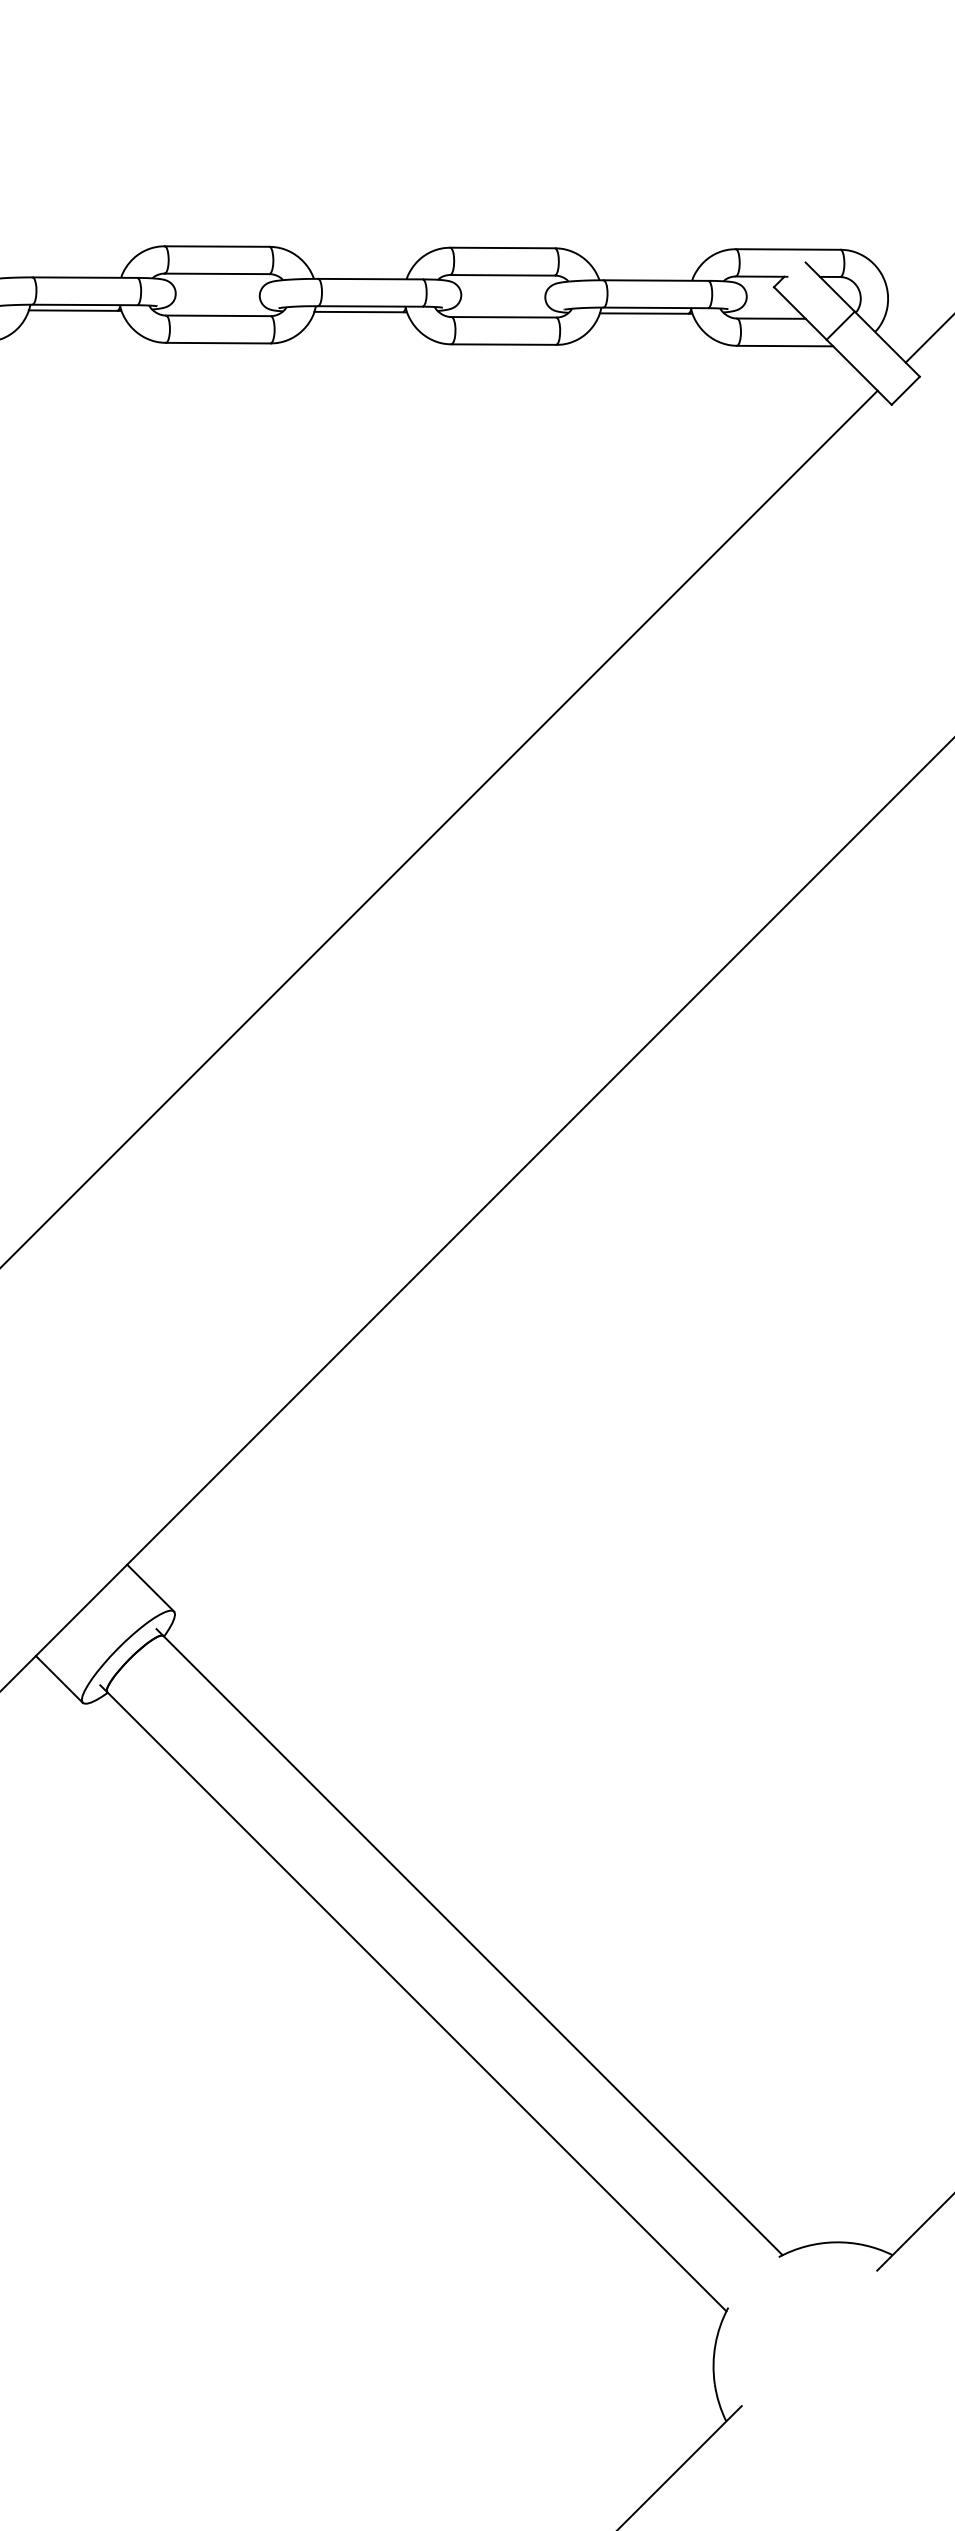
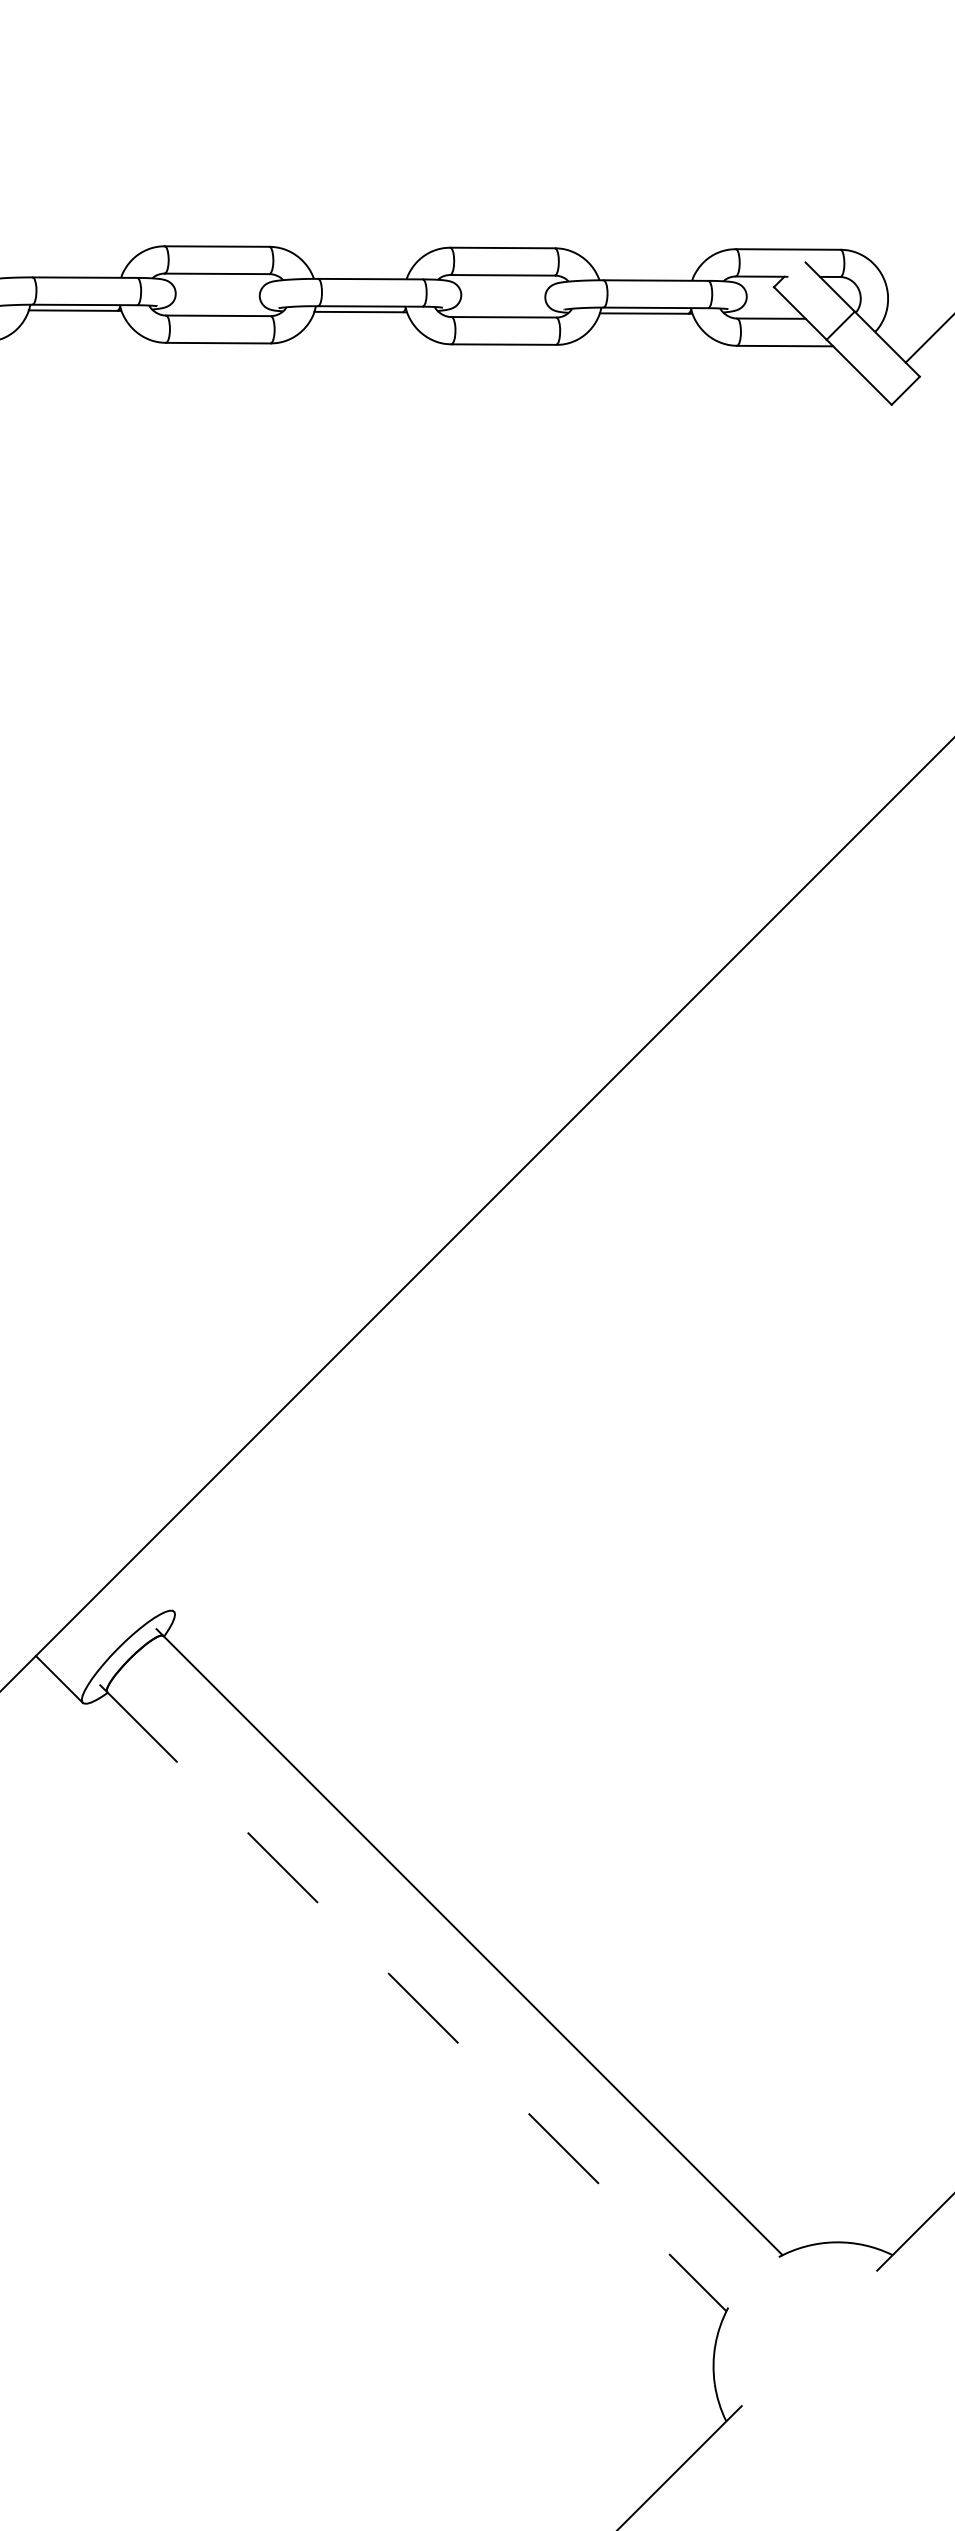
line at (439, 828): present -> none
line at (150, 1587): present -> none
line at (416, 2001): solid -> dashed
